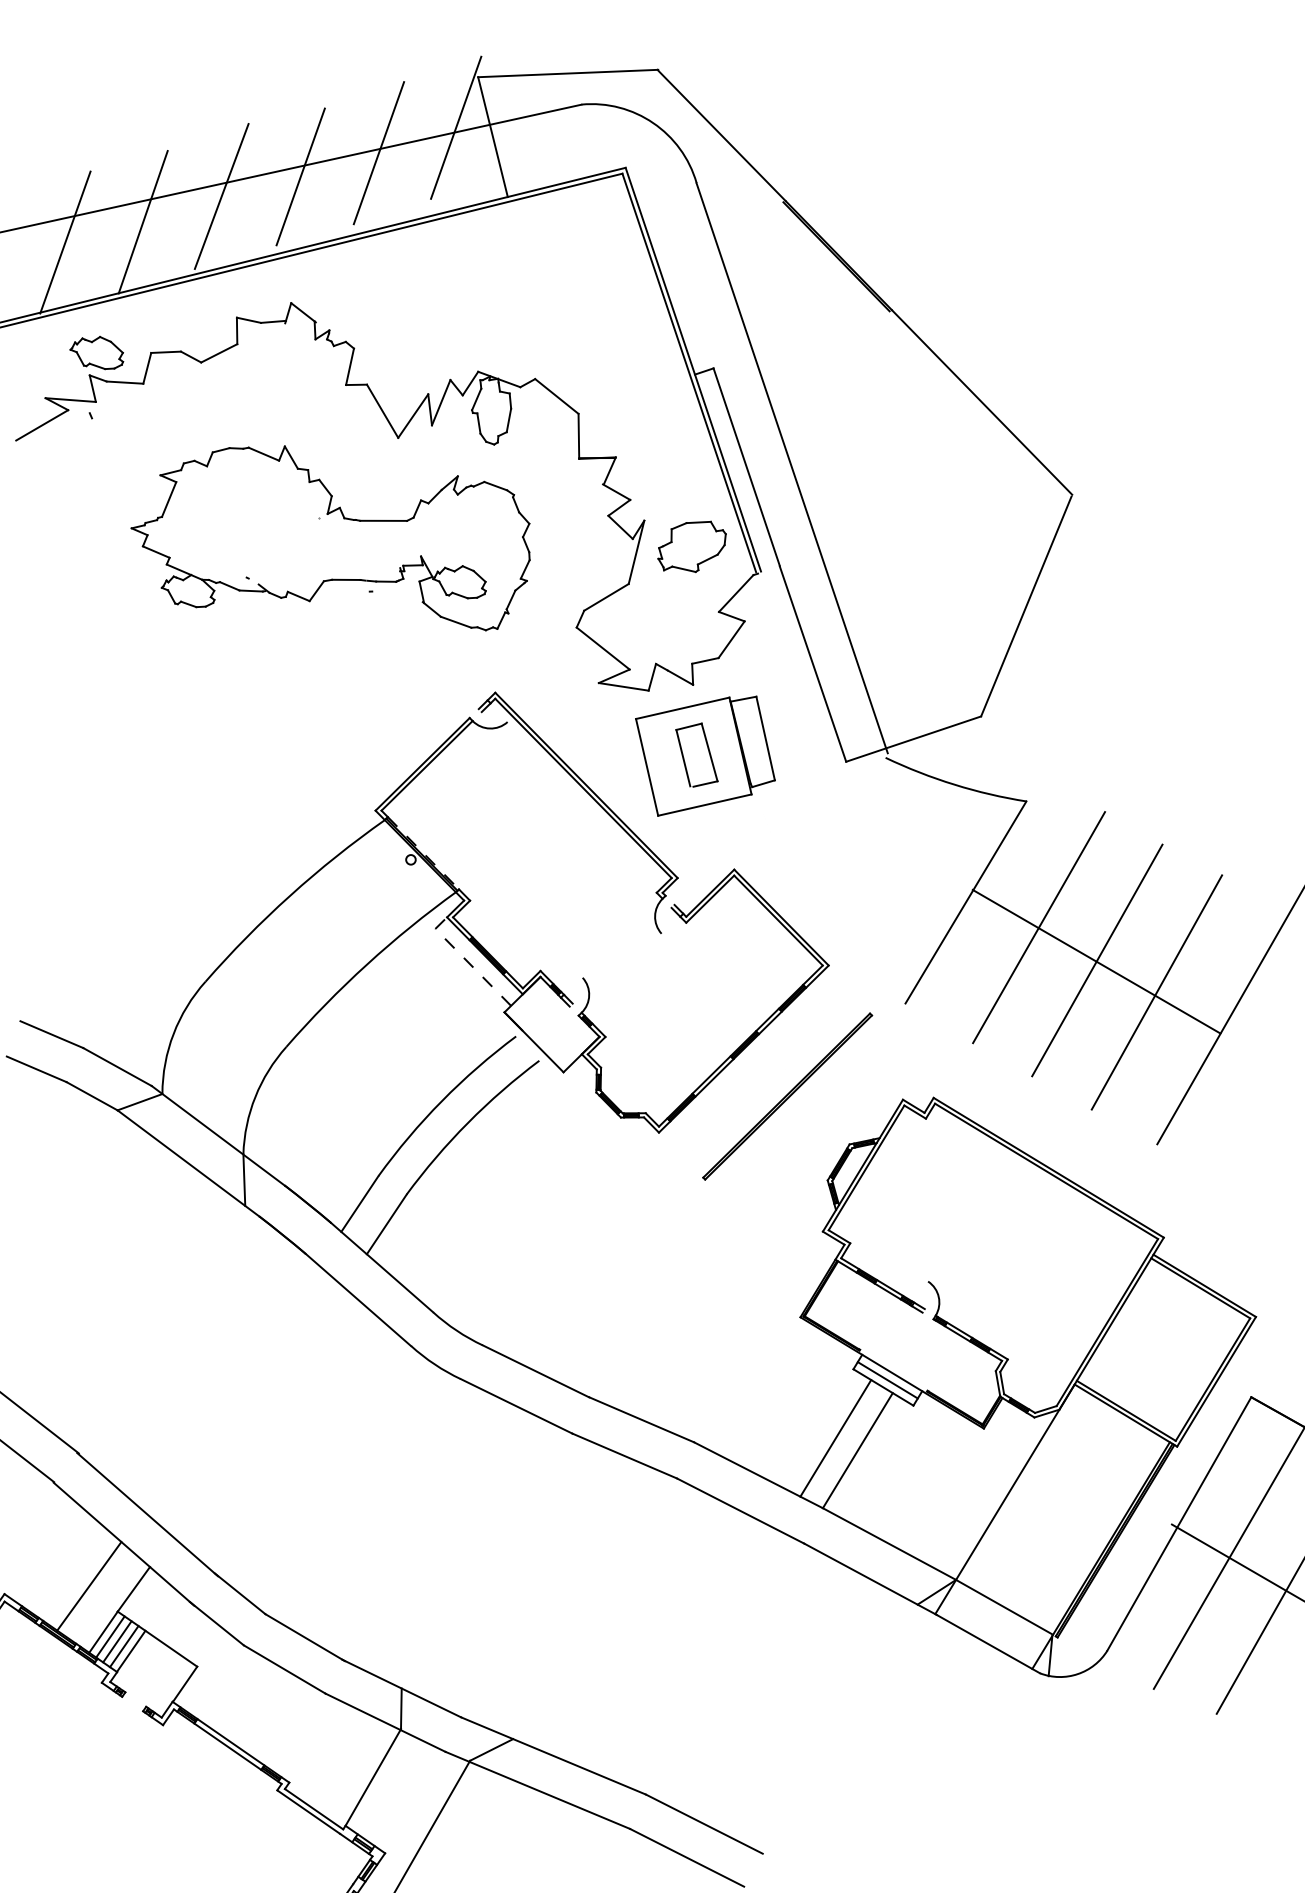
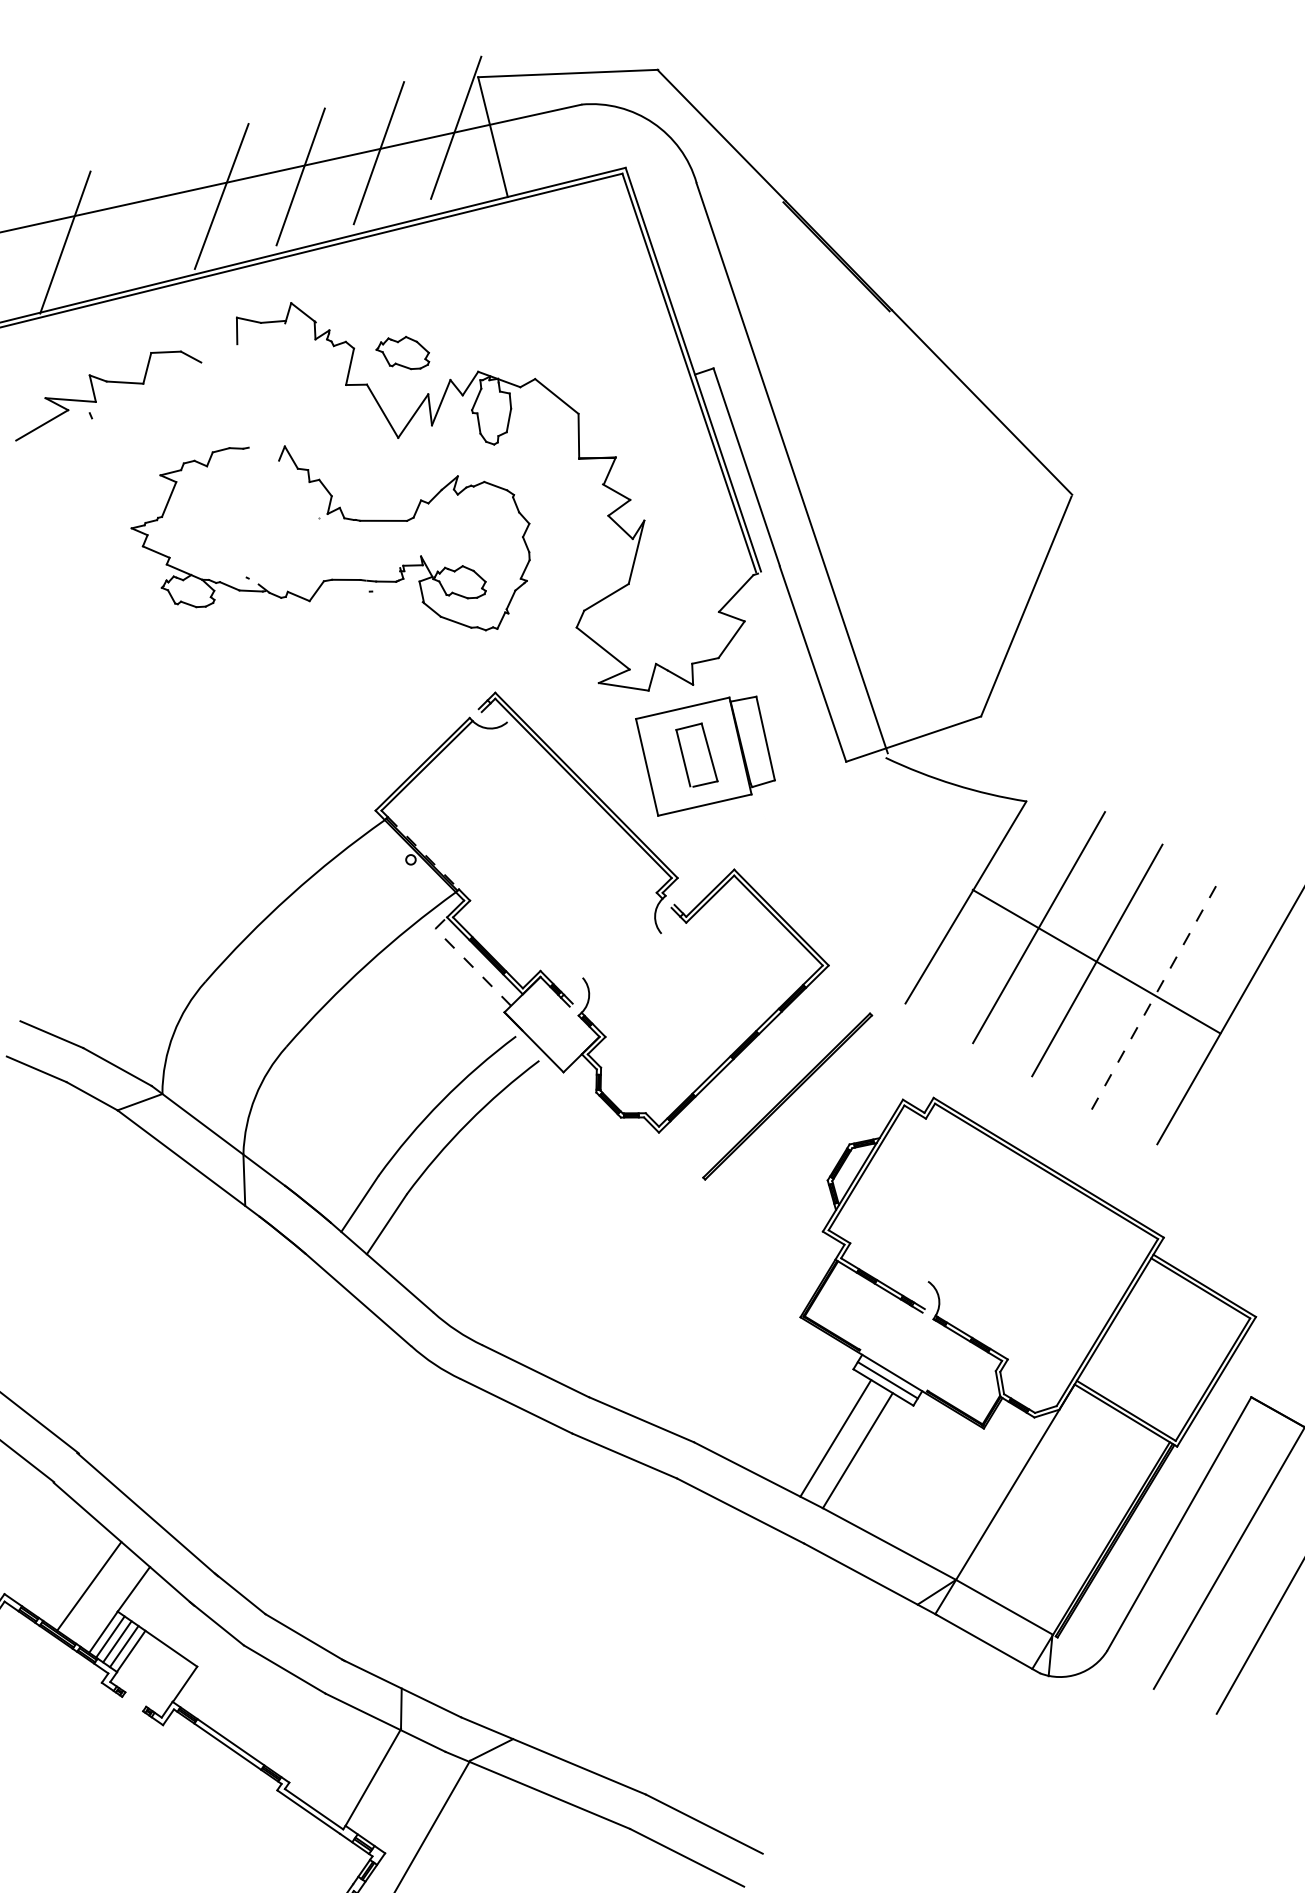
line at (142, 222): present -> none
part at (96, 352) position: (96, 352) -> (402, 352)
line at (219, 353): present -> none
line at (263, 453): present -> none
part at (691, 546): present -> none
line at (1157, 992): solid -> dashed
line at (1236, 1561): present -> none
